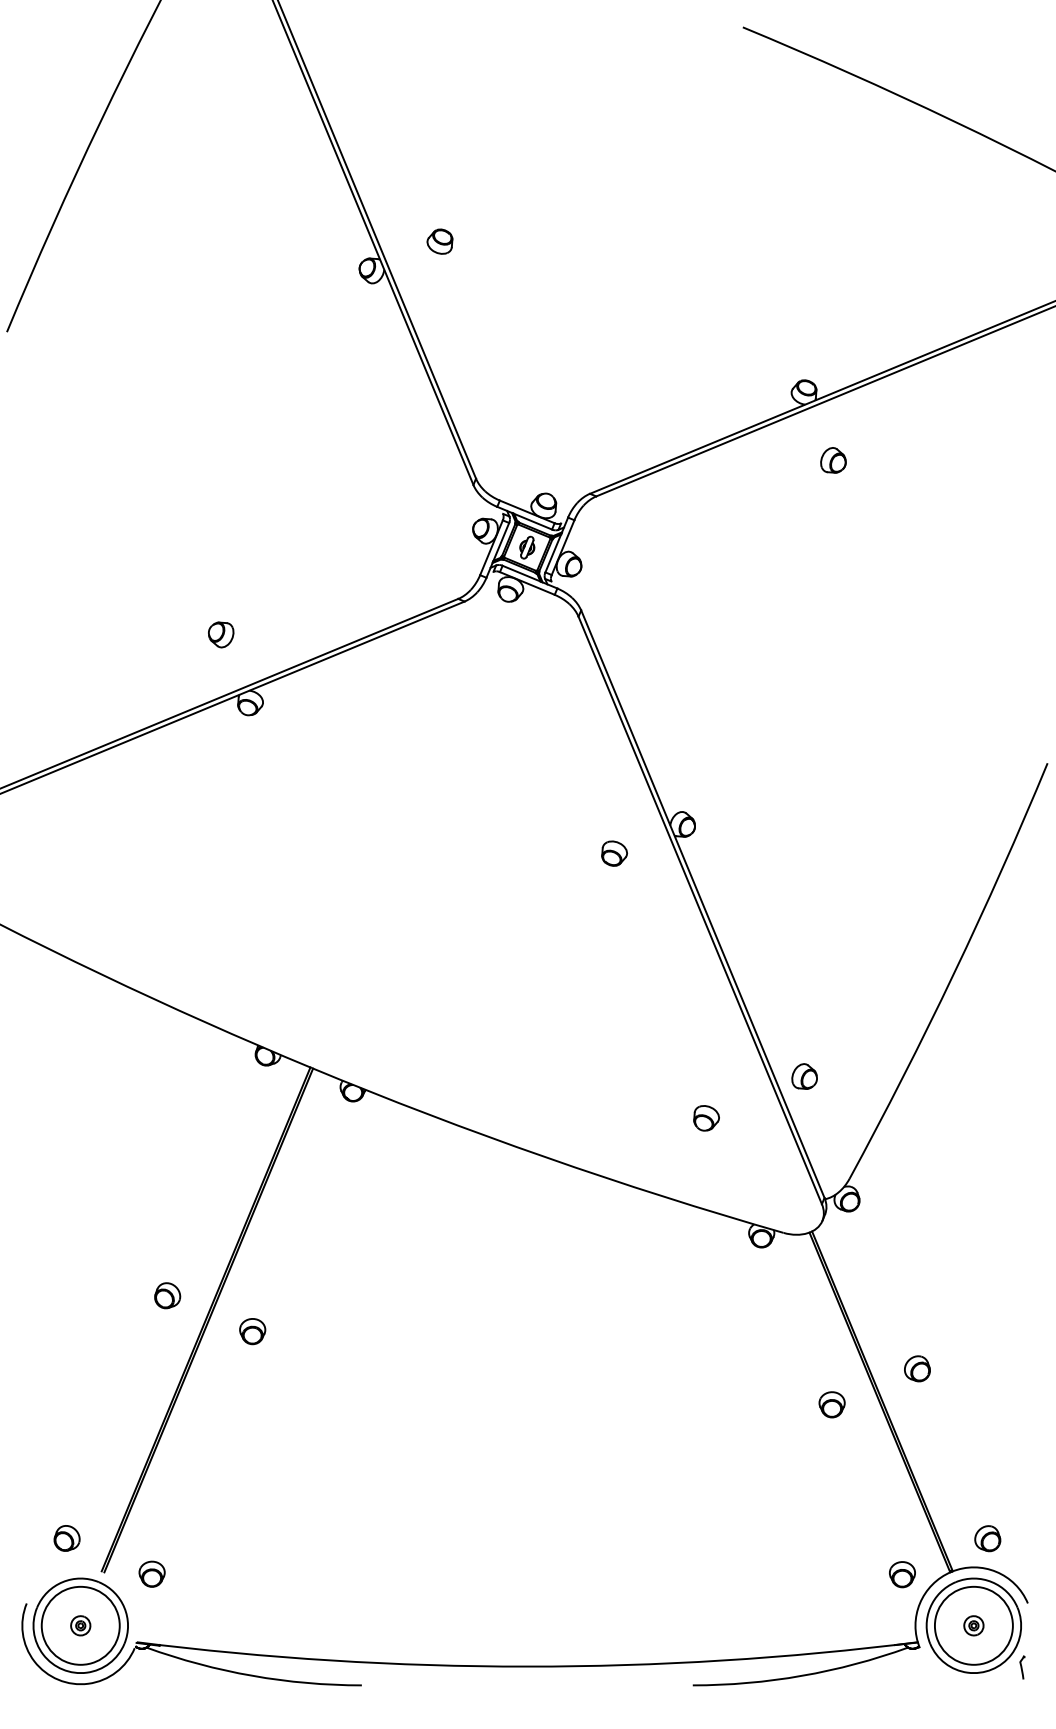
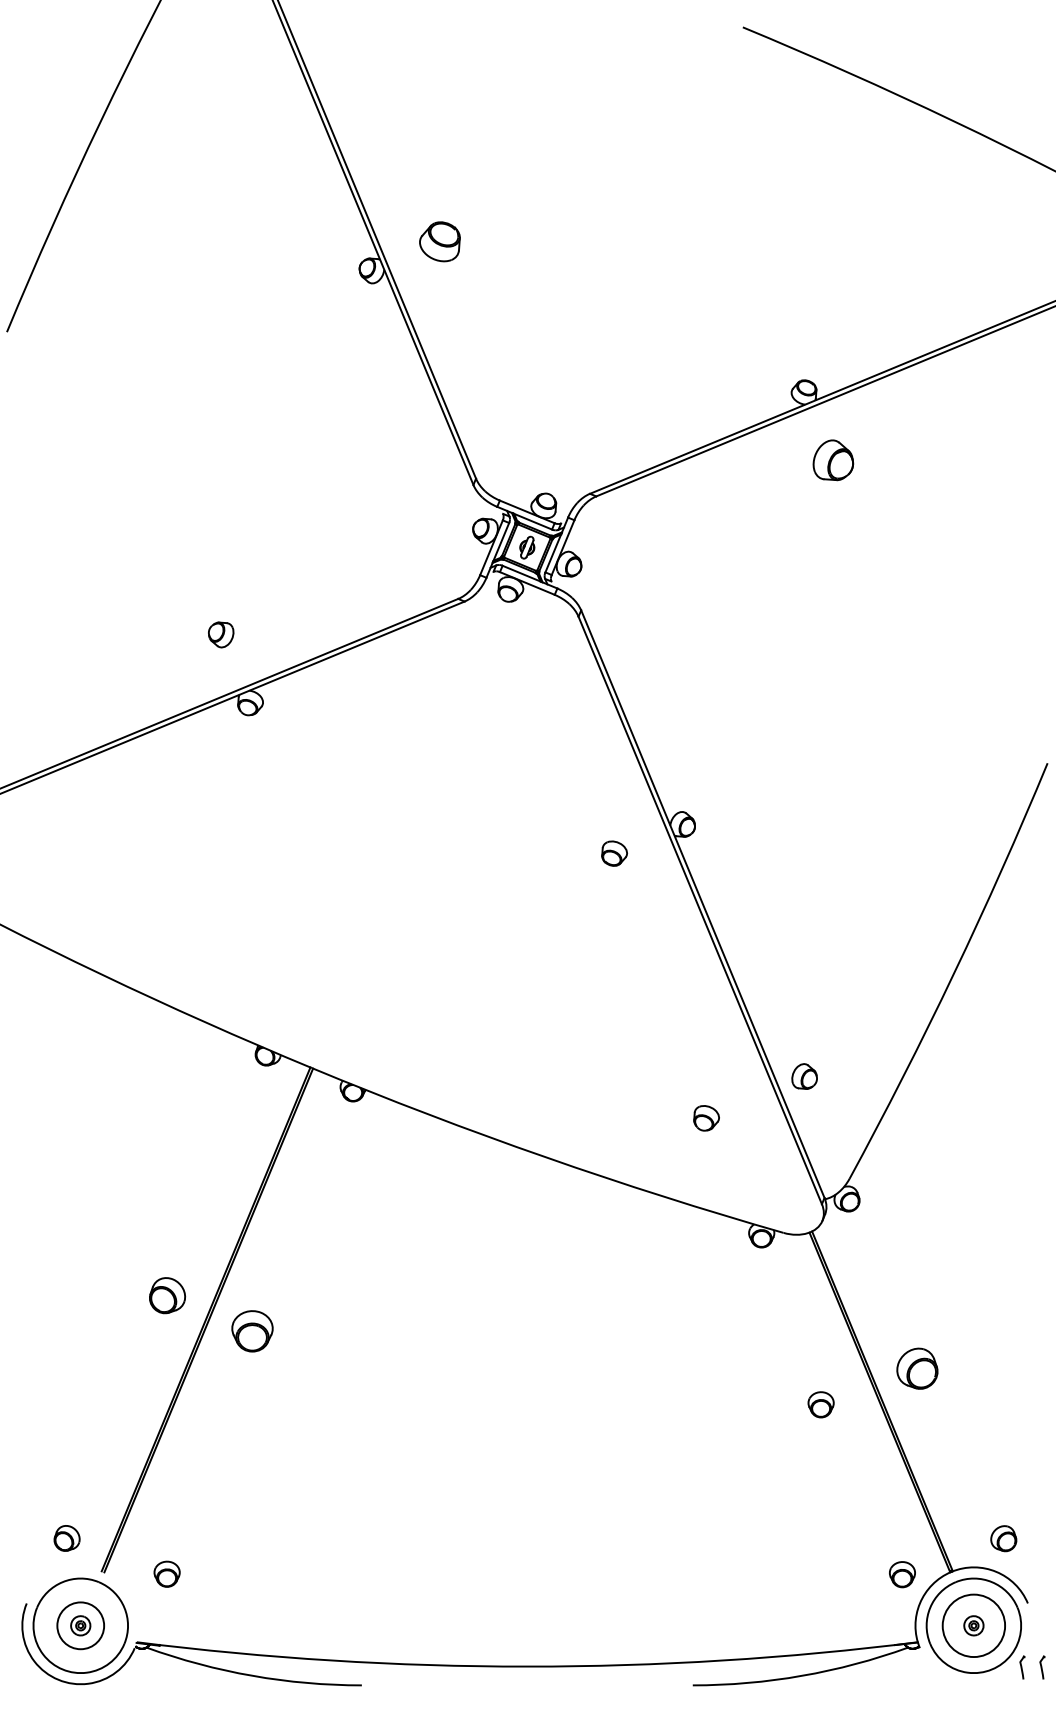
part at (439, 241) size: 28x27 px -> 42x42 px
part at (833, 460) size: 27x27 px -> 43x43 px
part at (167, 1295) size: 28x28 px -> 38x38 px
part at (252, 1331) size: 28x28 px -> 43x43 px
part at (917, 1368) size: 27x28 px -> 43x43 px
part at (831, 1404) position: (831, 1404) -> (820, 1404)
part at (987, 1538) position: (987, 1538) -> (1003, 1538)
part at (151, 1573) position: (151, 1573) -> (166, 1573)
circle at (80, 1625) diameter: 78 px -> 47 px
circle at (973, 1625) diameter: 78 px -> 62 px
part at (1042, 1667): none -> present
